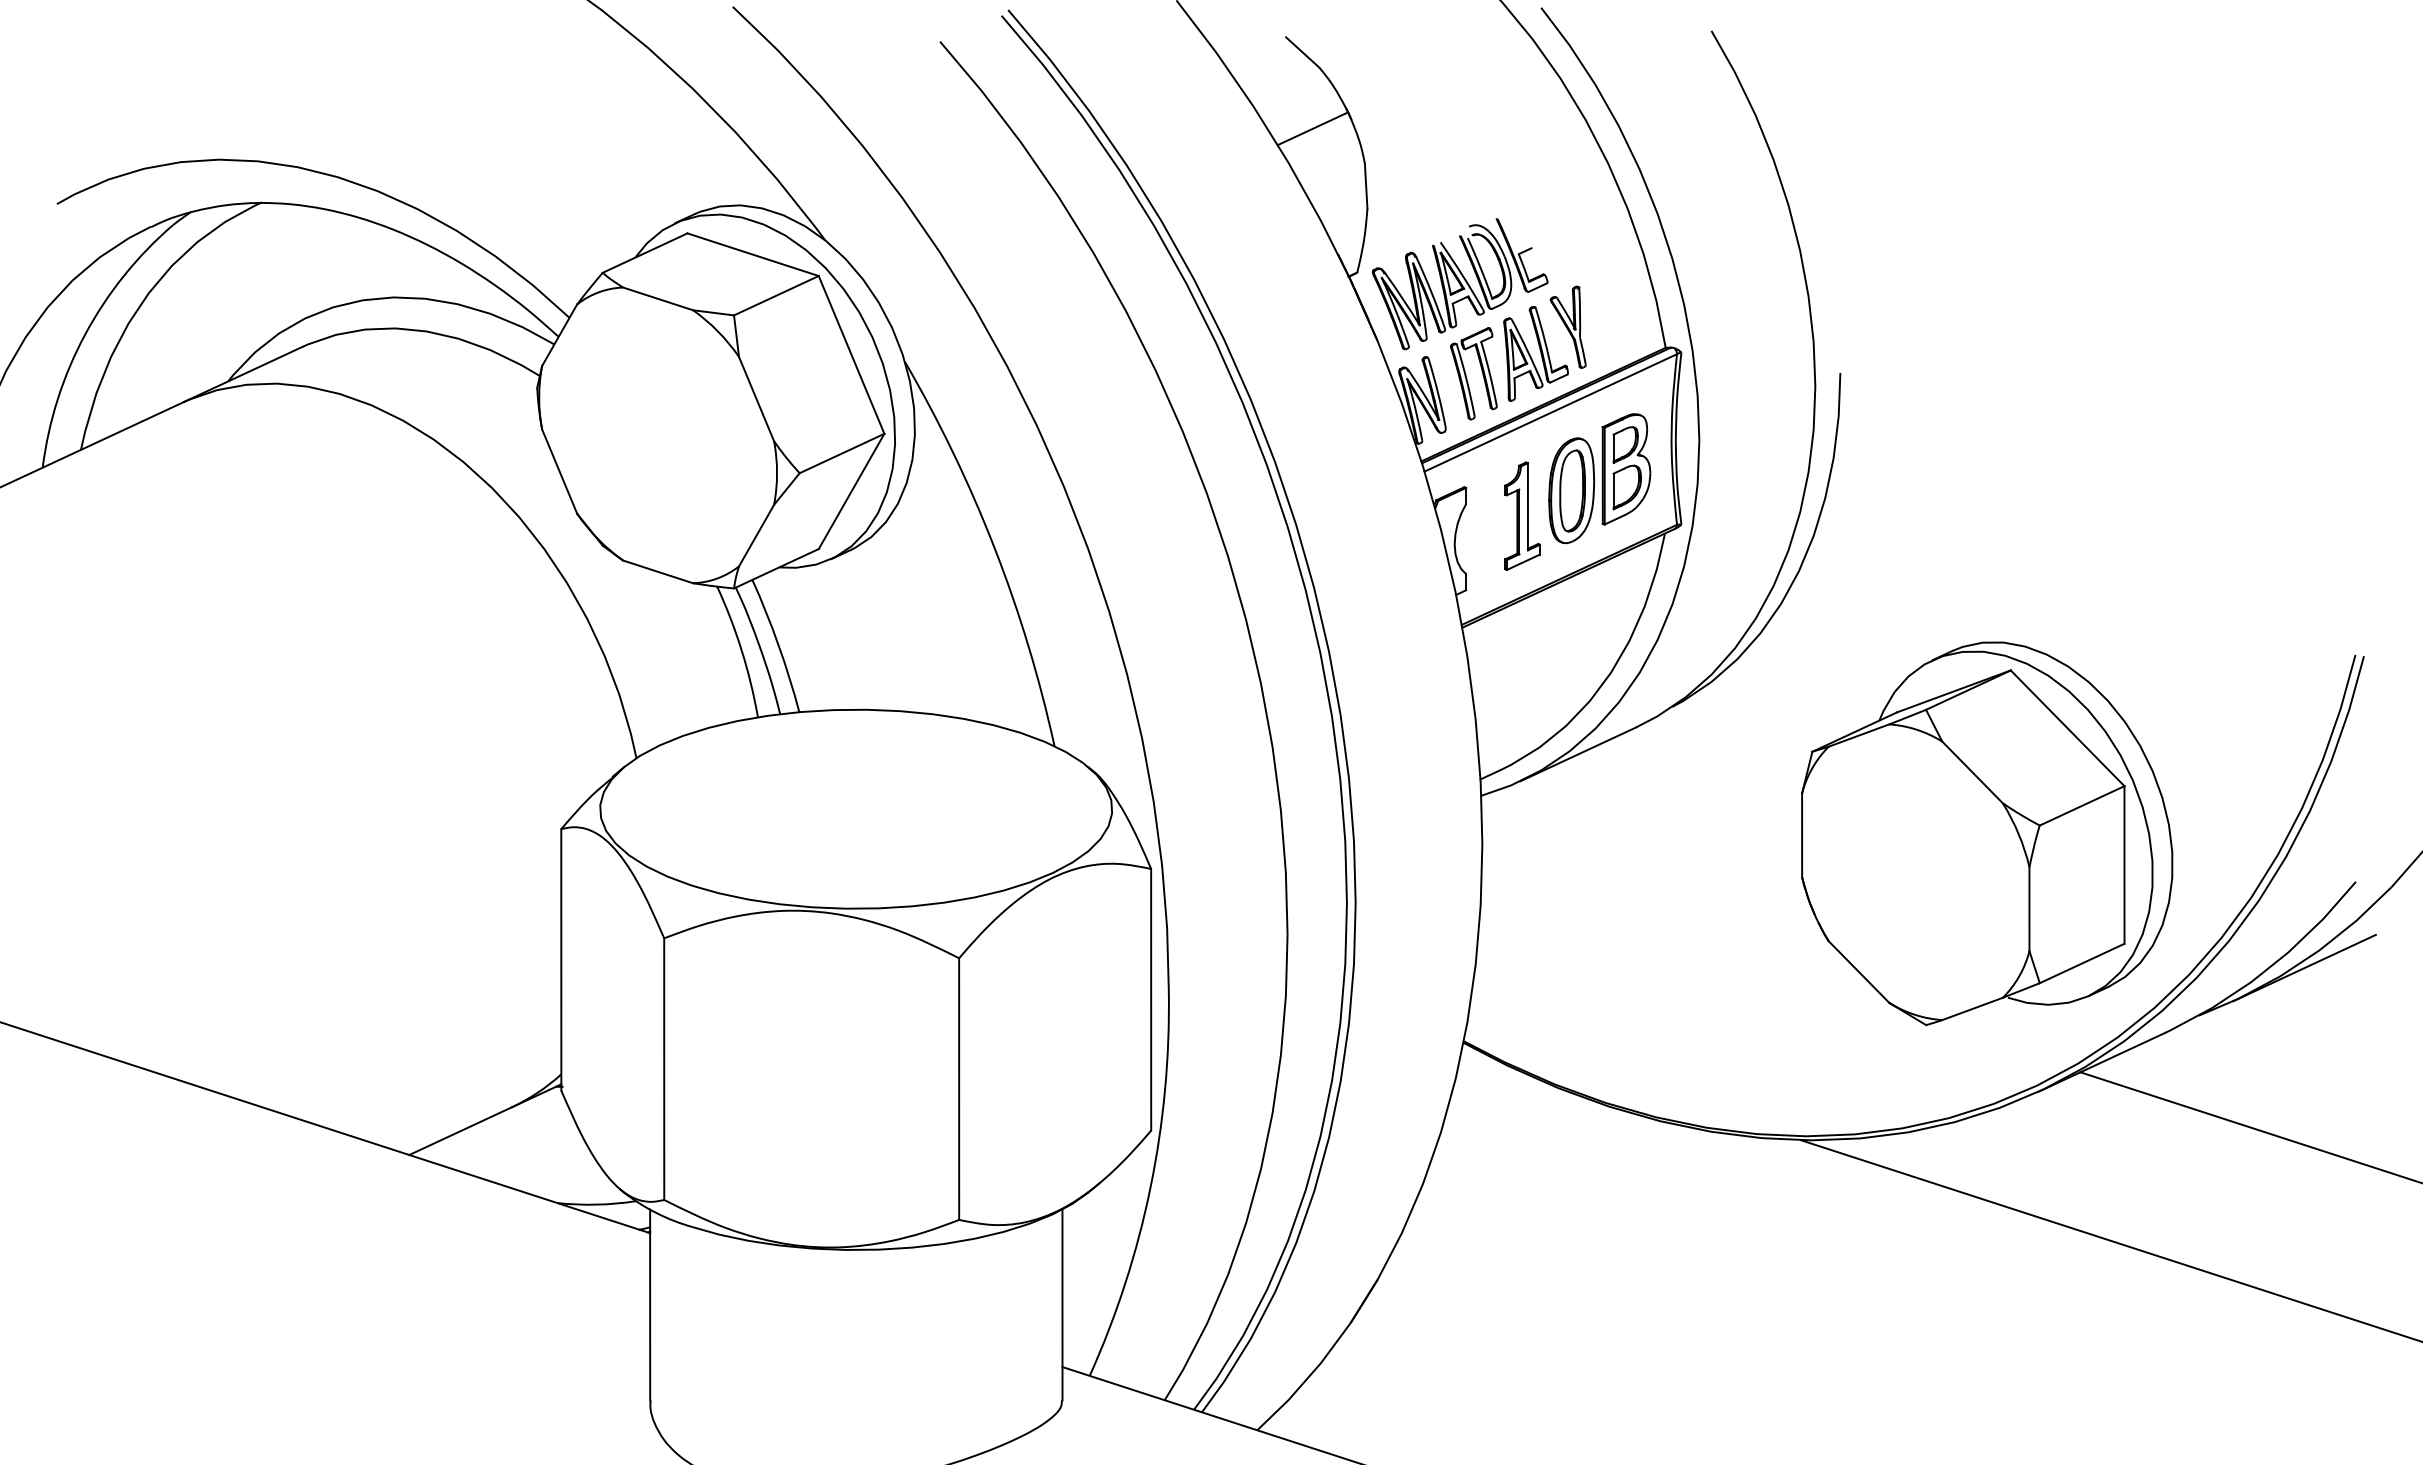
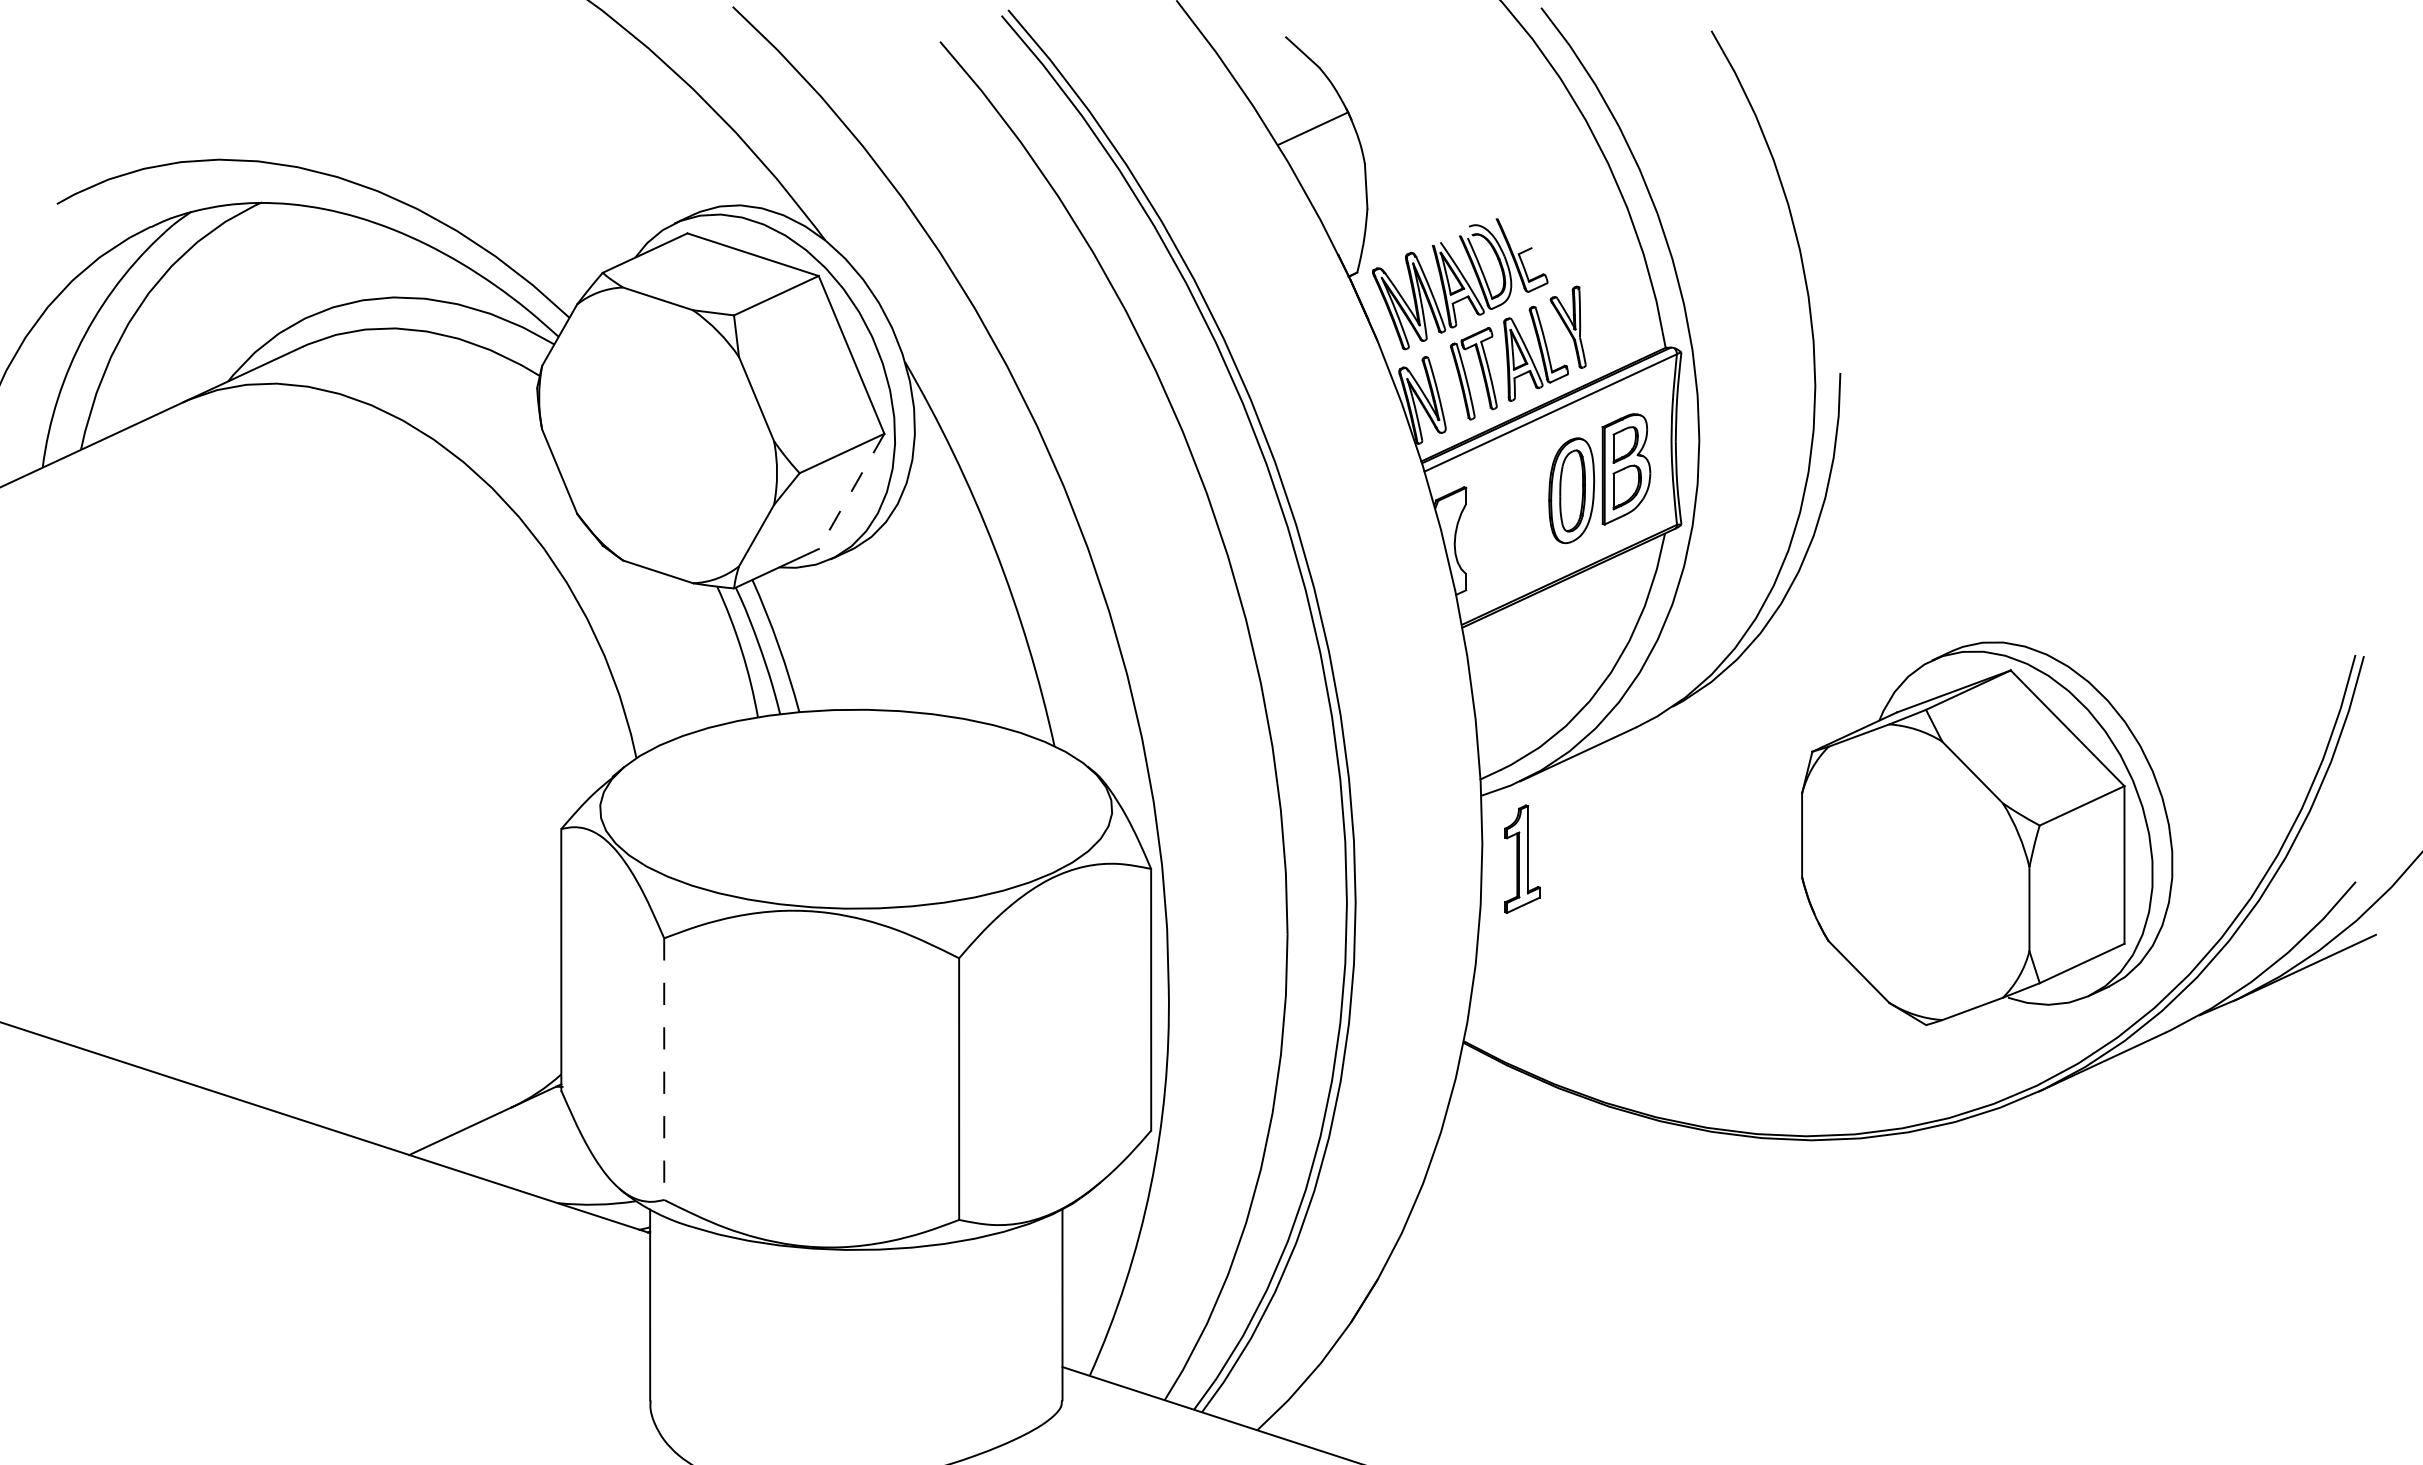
line at (851, 491): solid -> dashed
part at (1522, 515) position: (1522, 515) -> (1522, 858)
line at (664, 1069): solid -> dashed
line at (2249, 1127): present -> none
line at (2109, 1240): present -> none
